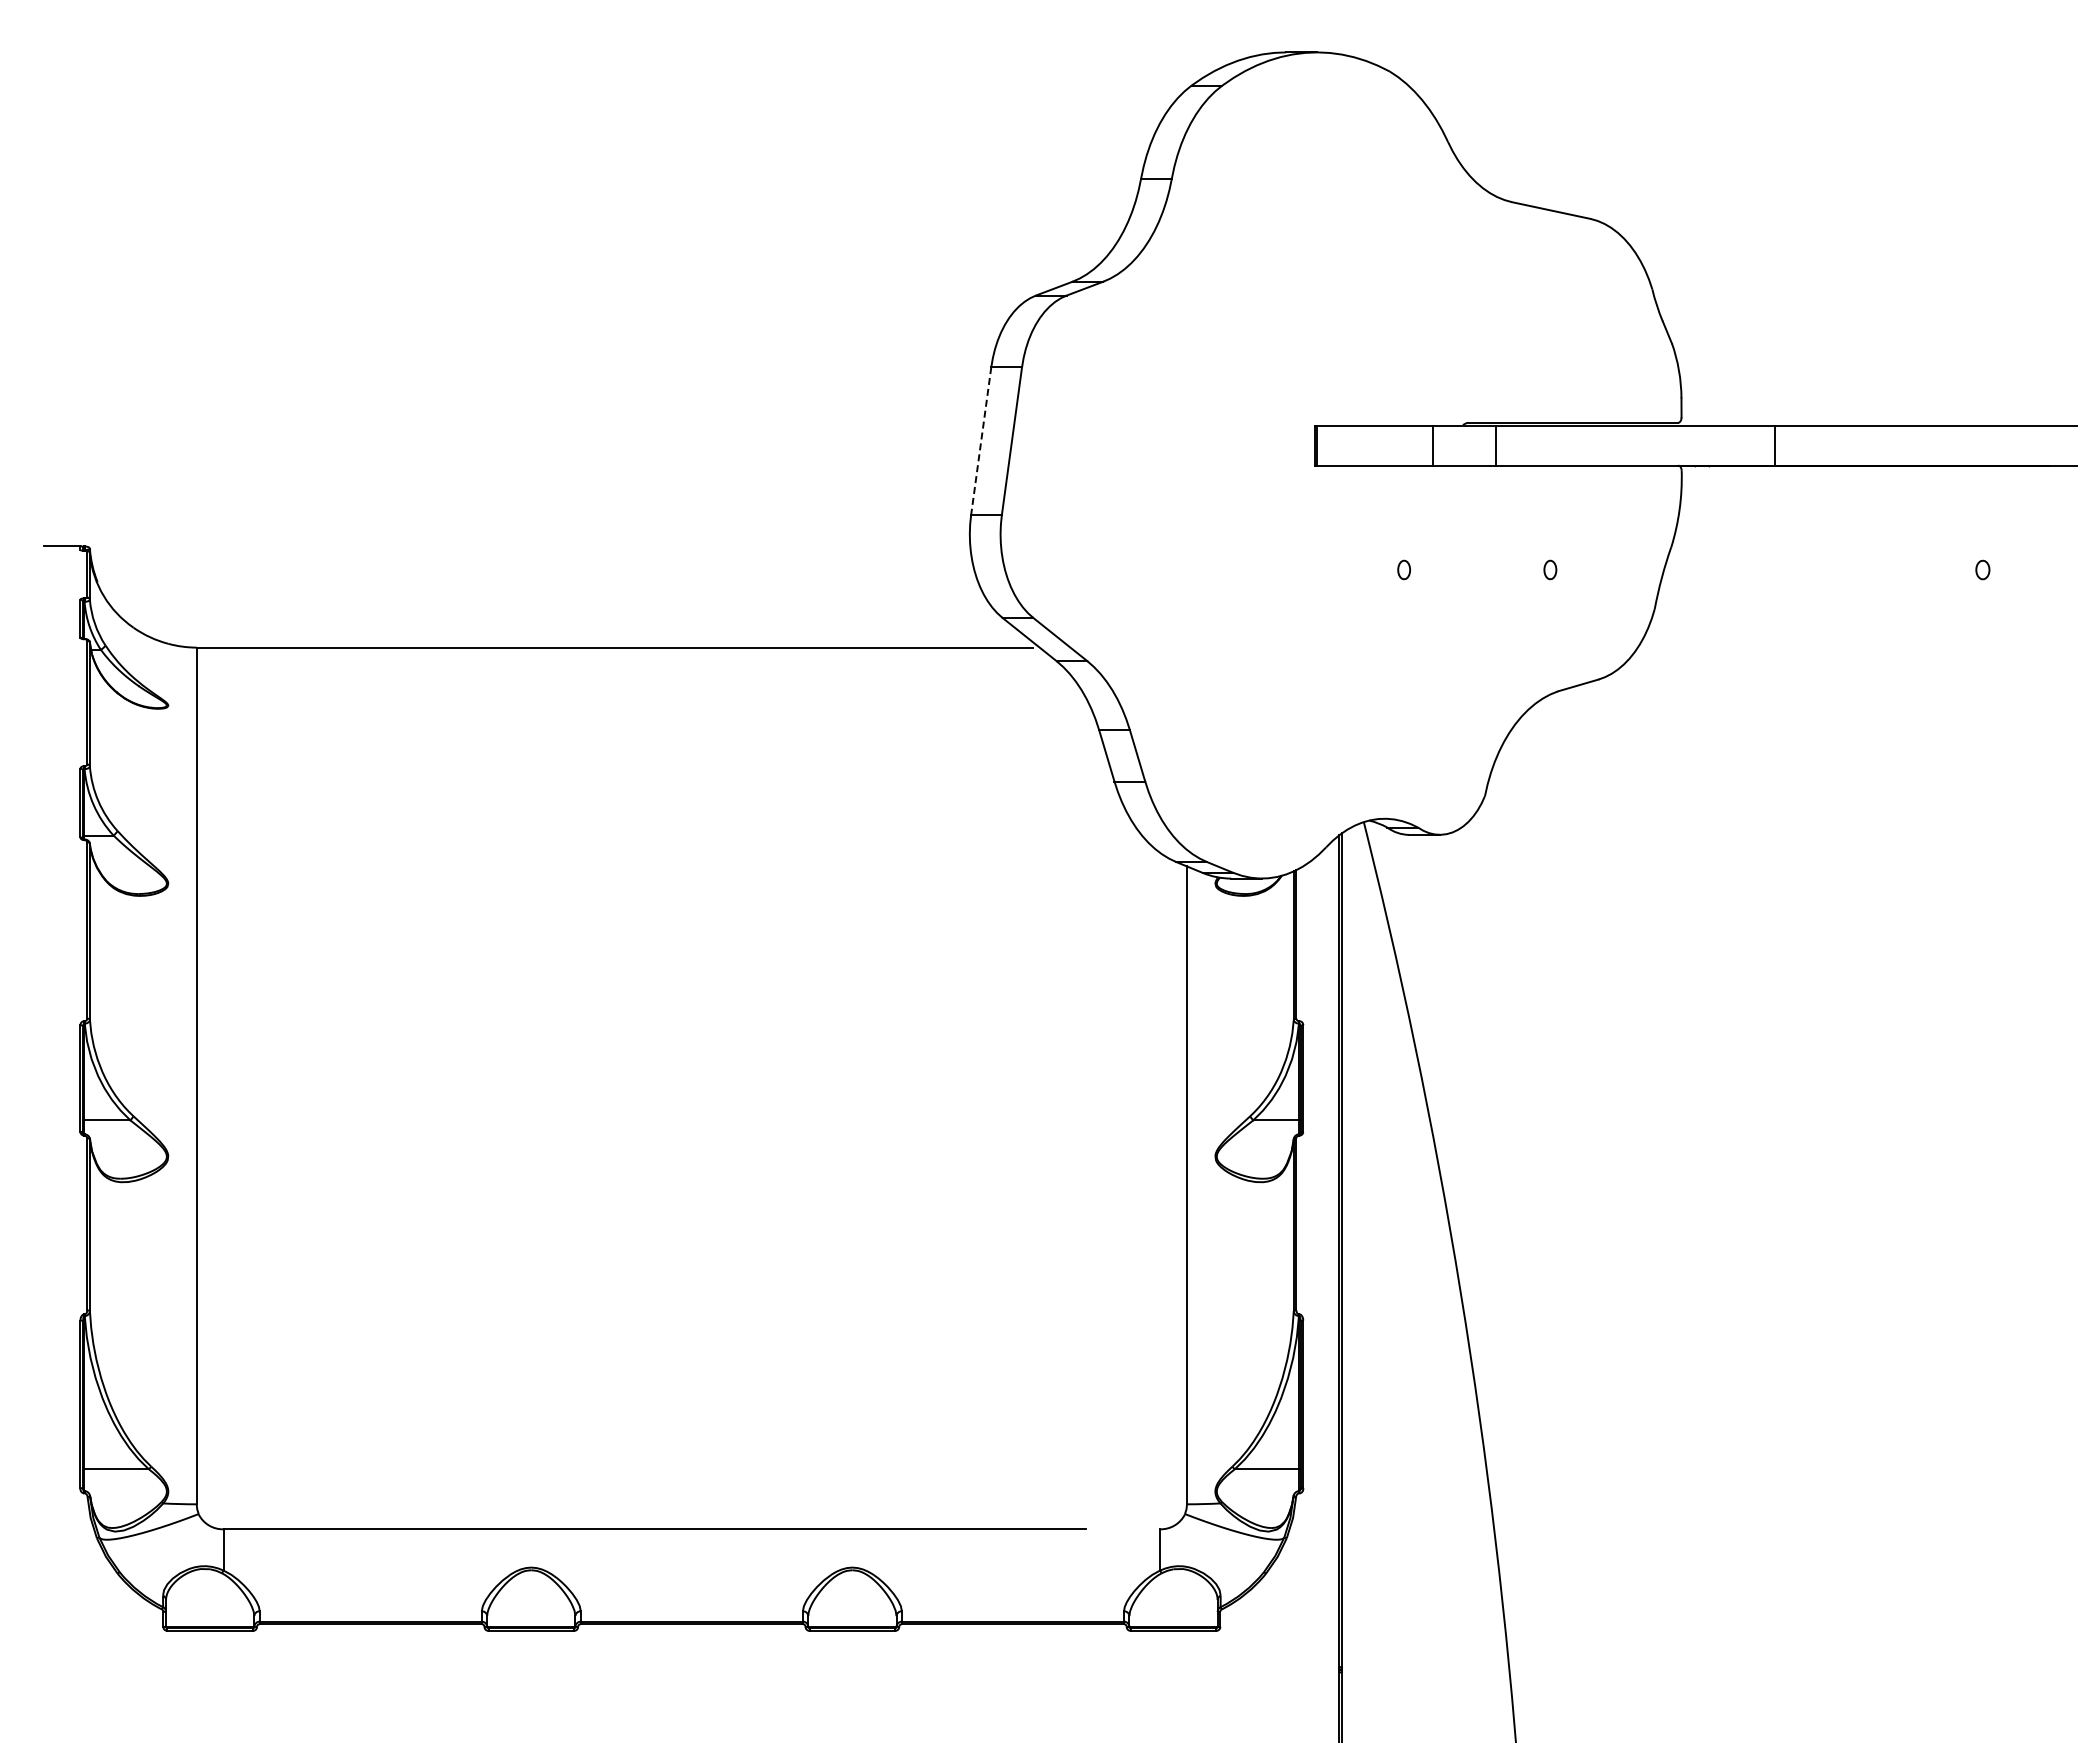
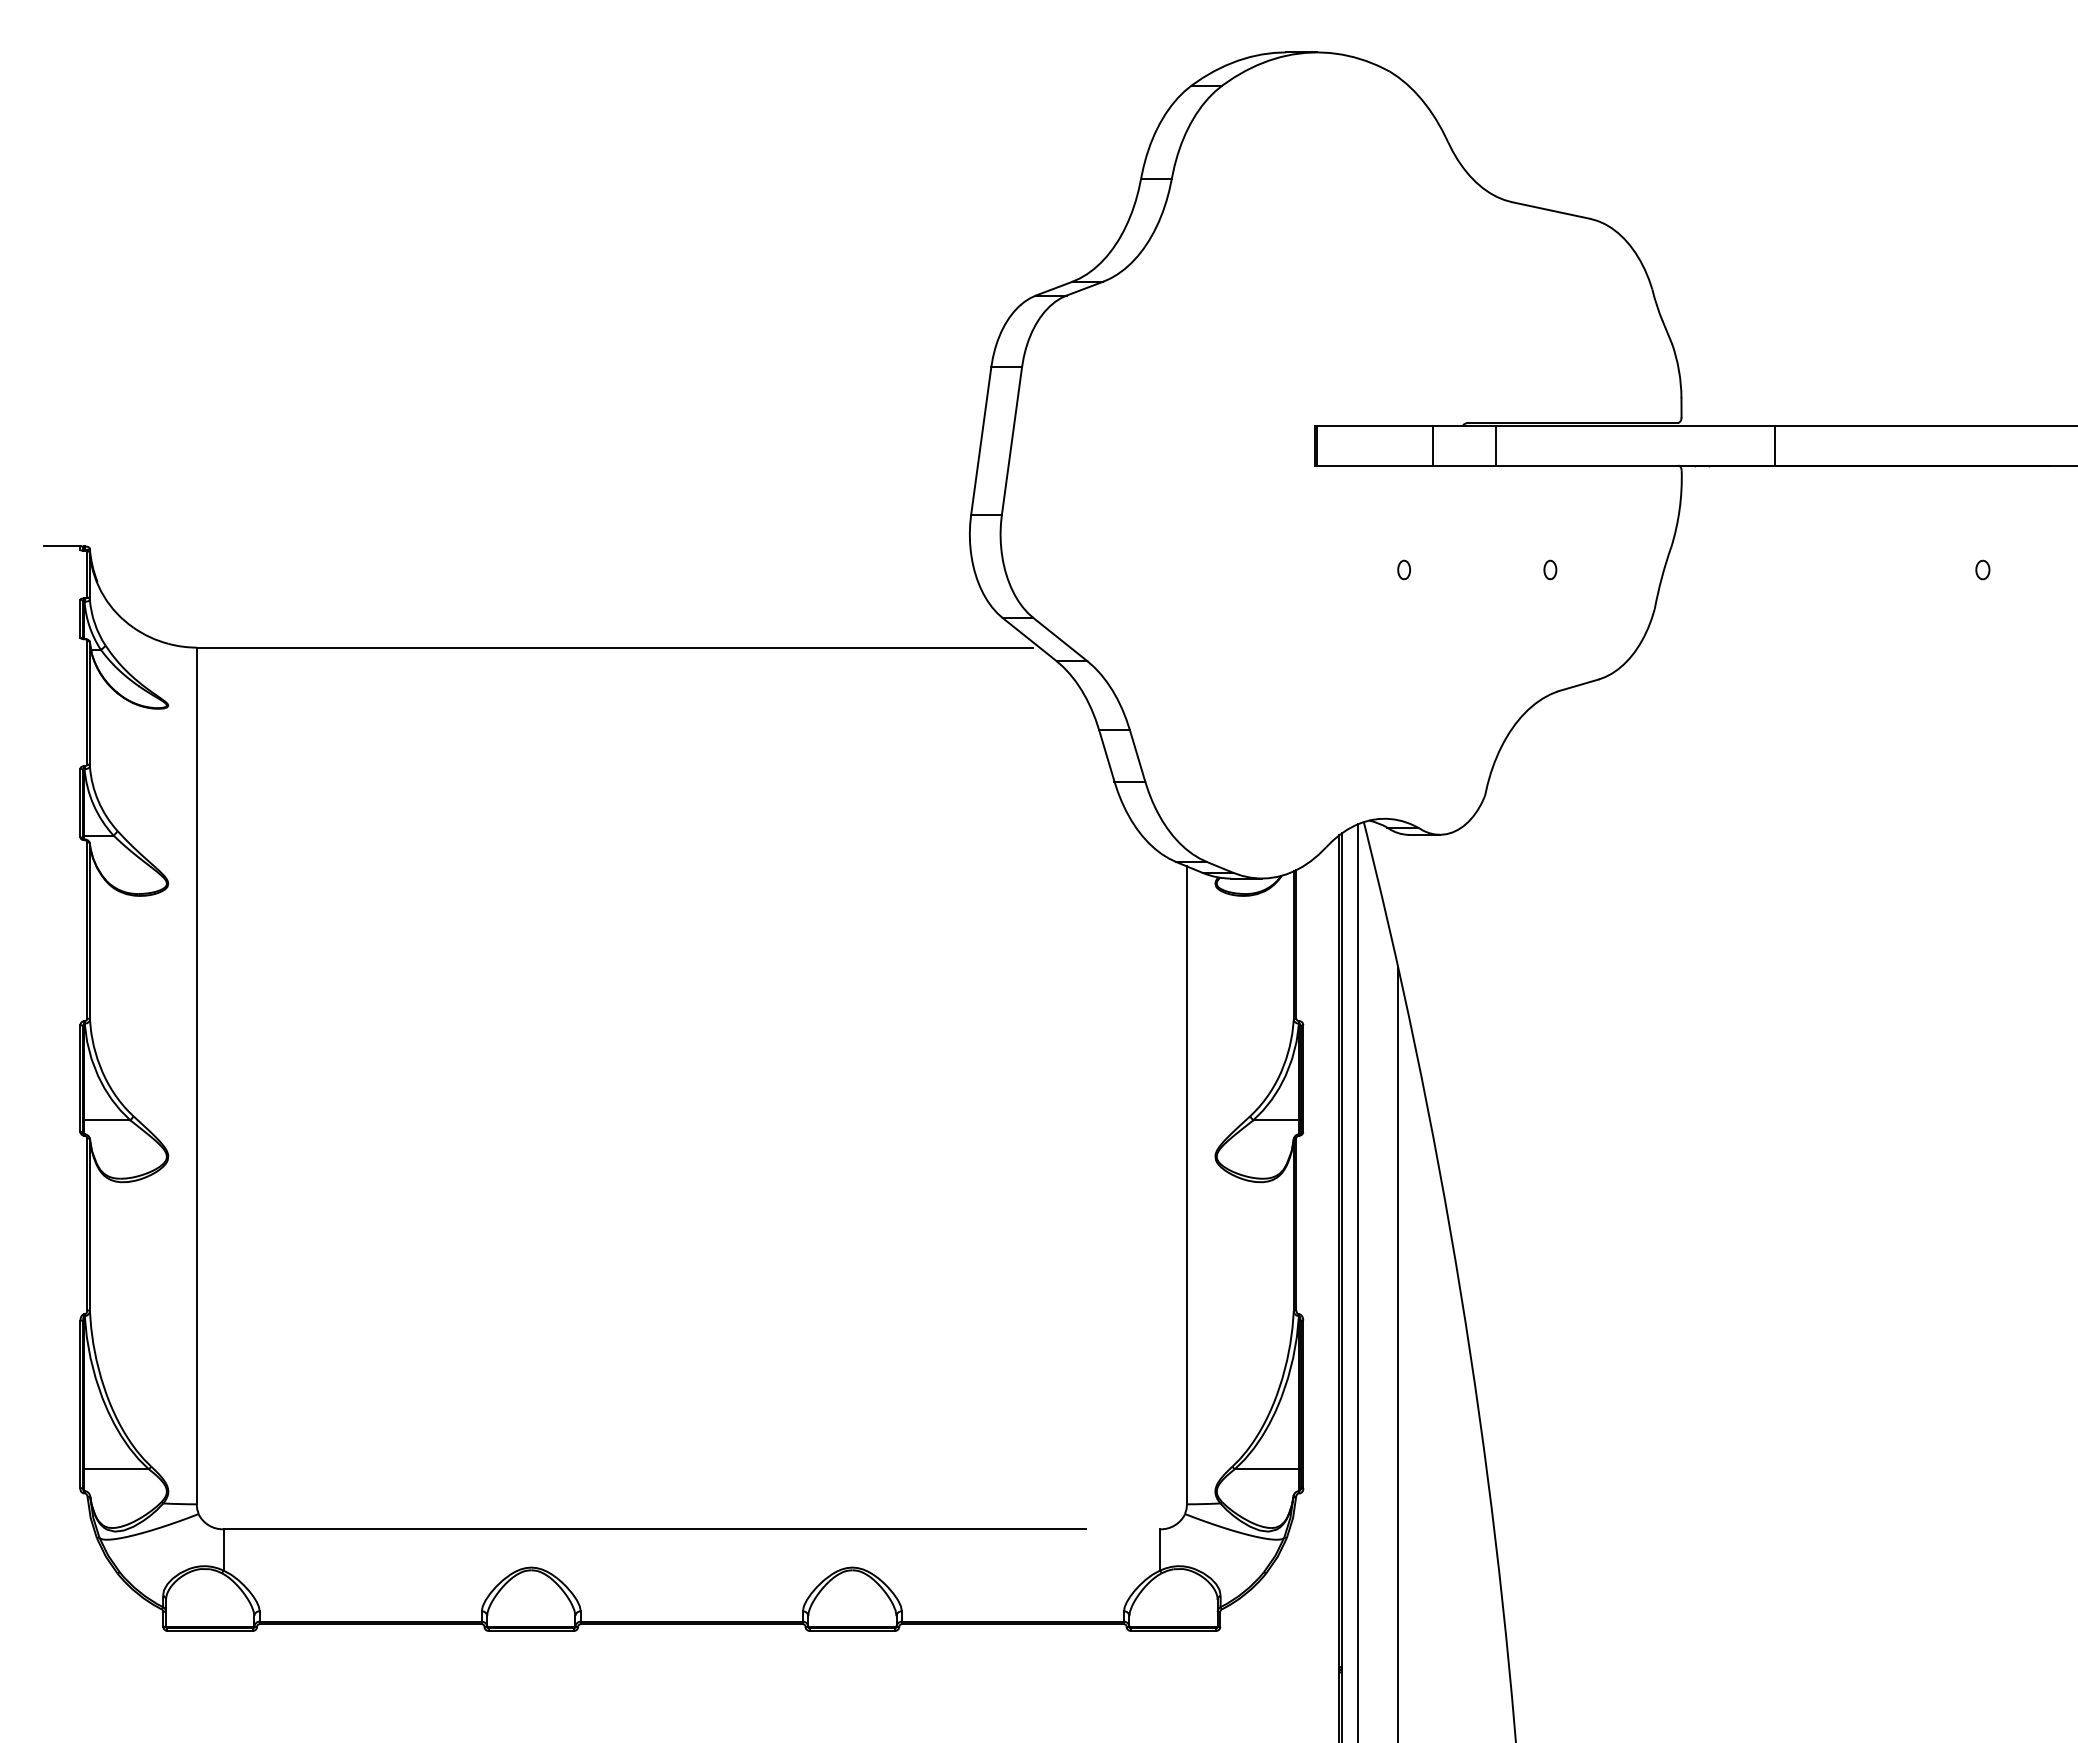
line at (981, 441): dashed -> solid
line at (1358, 1281): none -> present
line at (1398, 1353): none -> present
